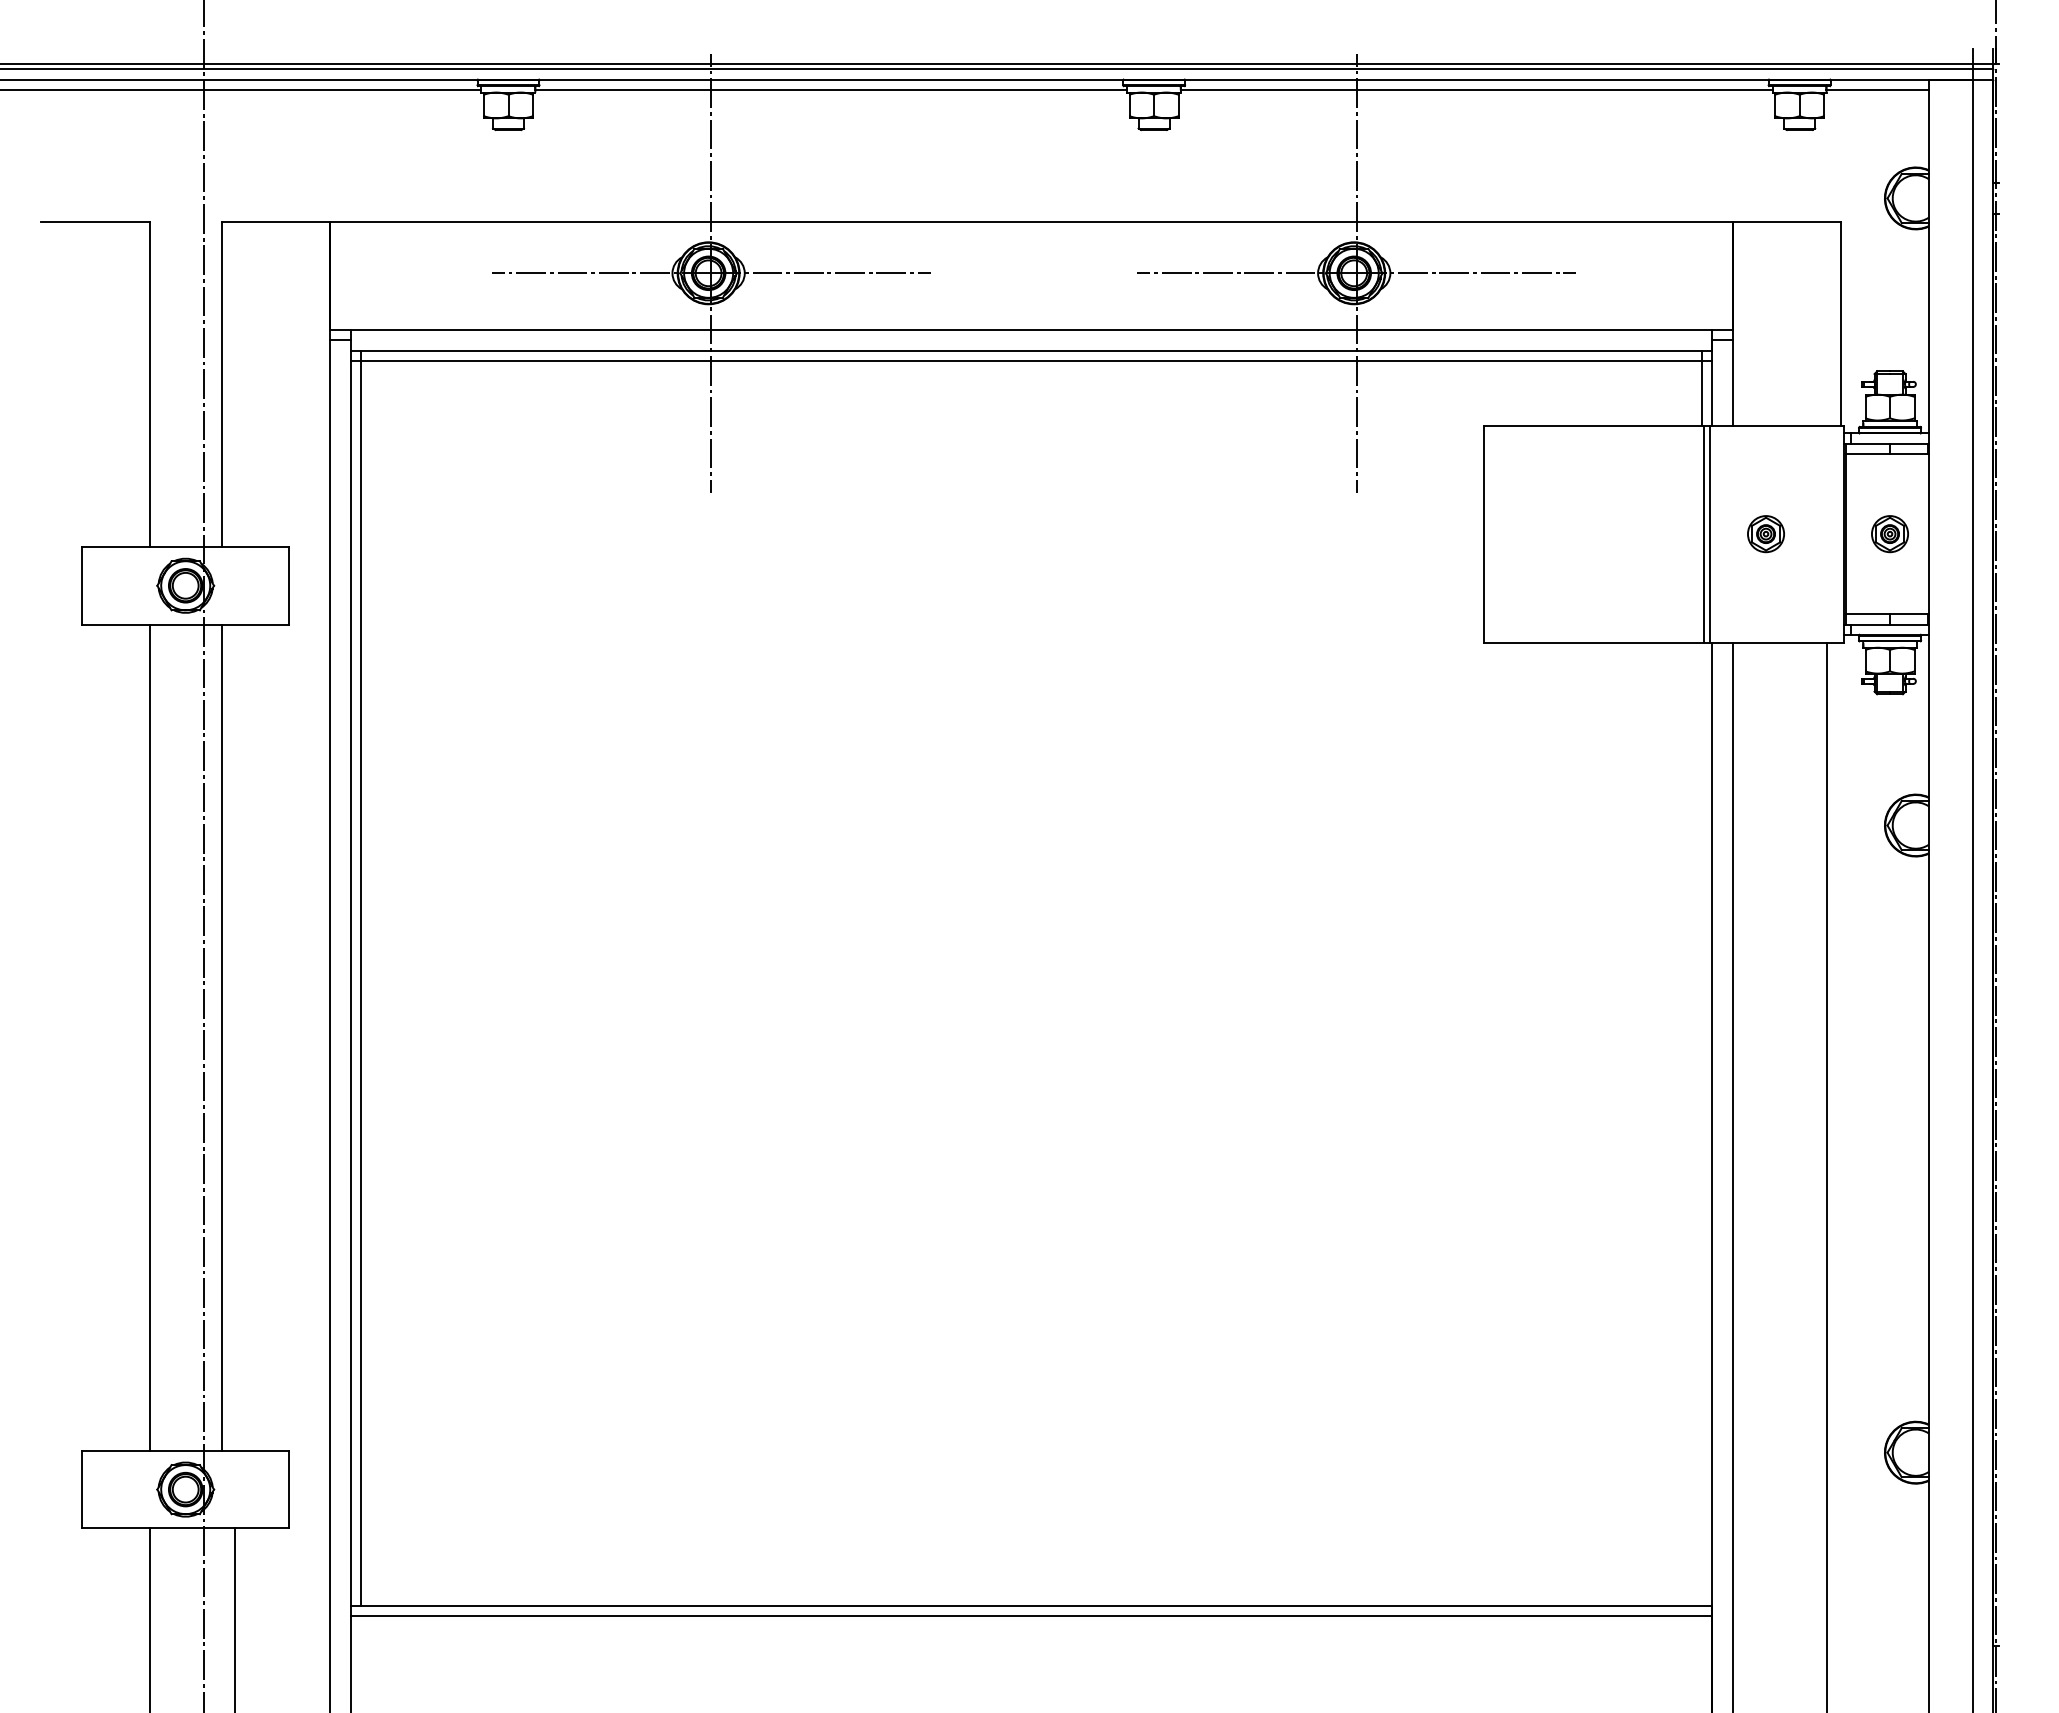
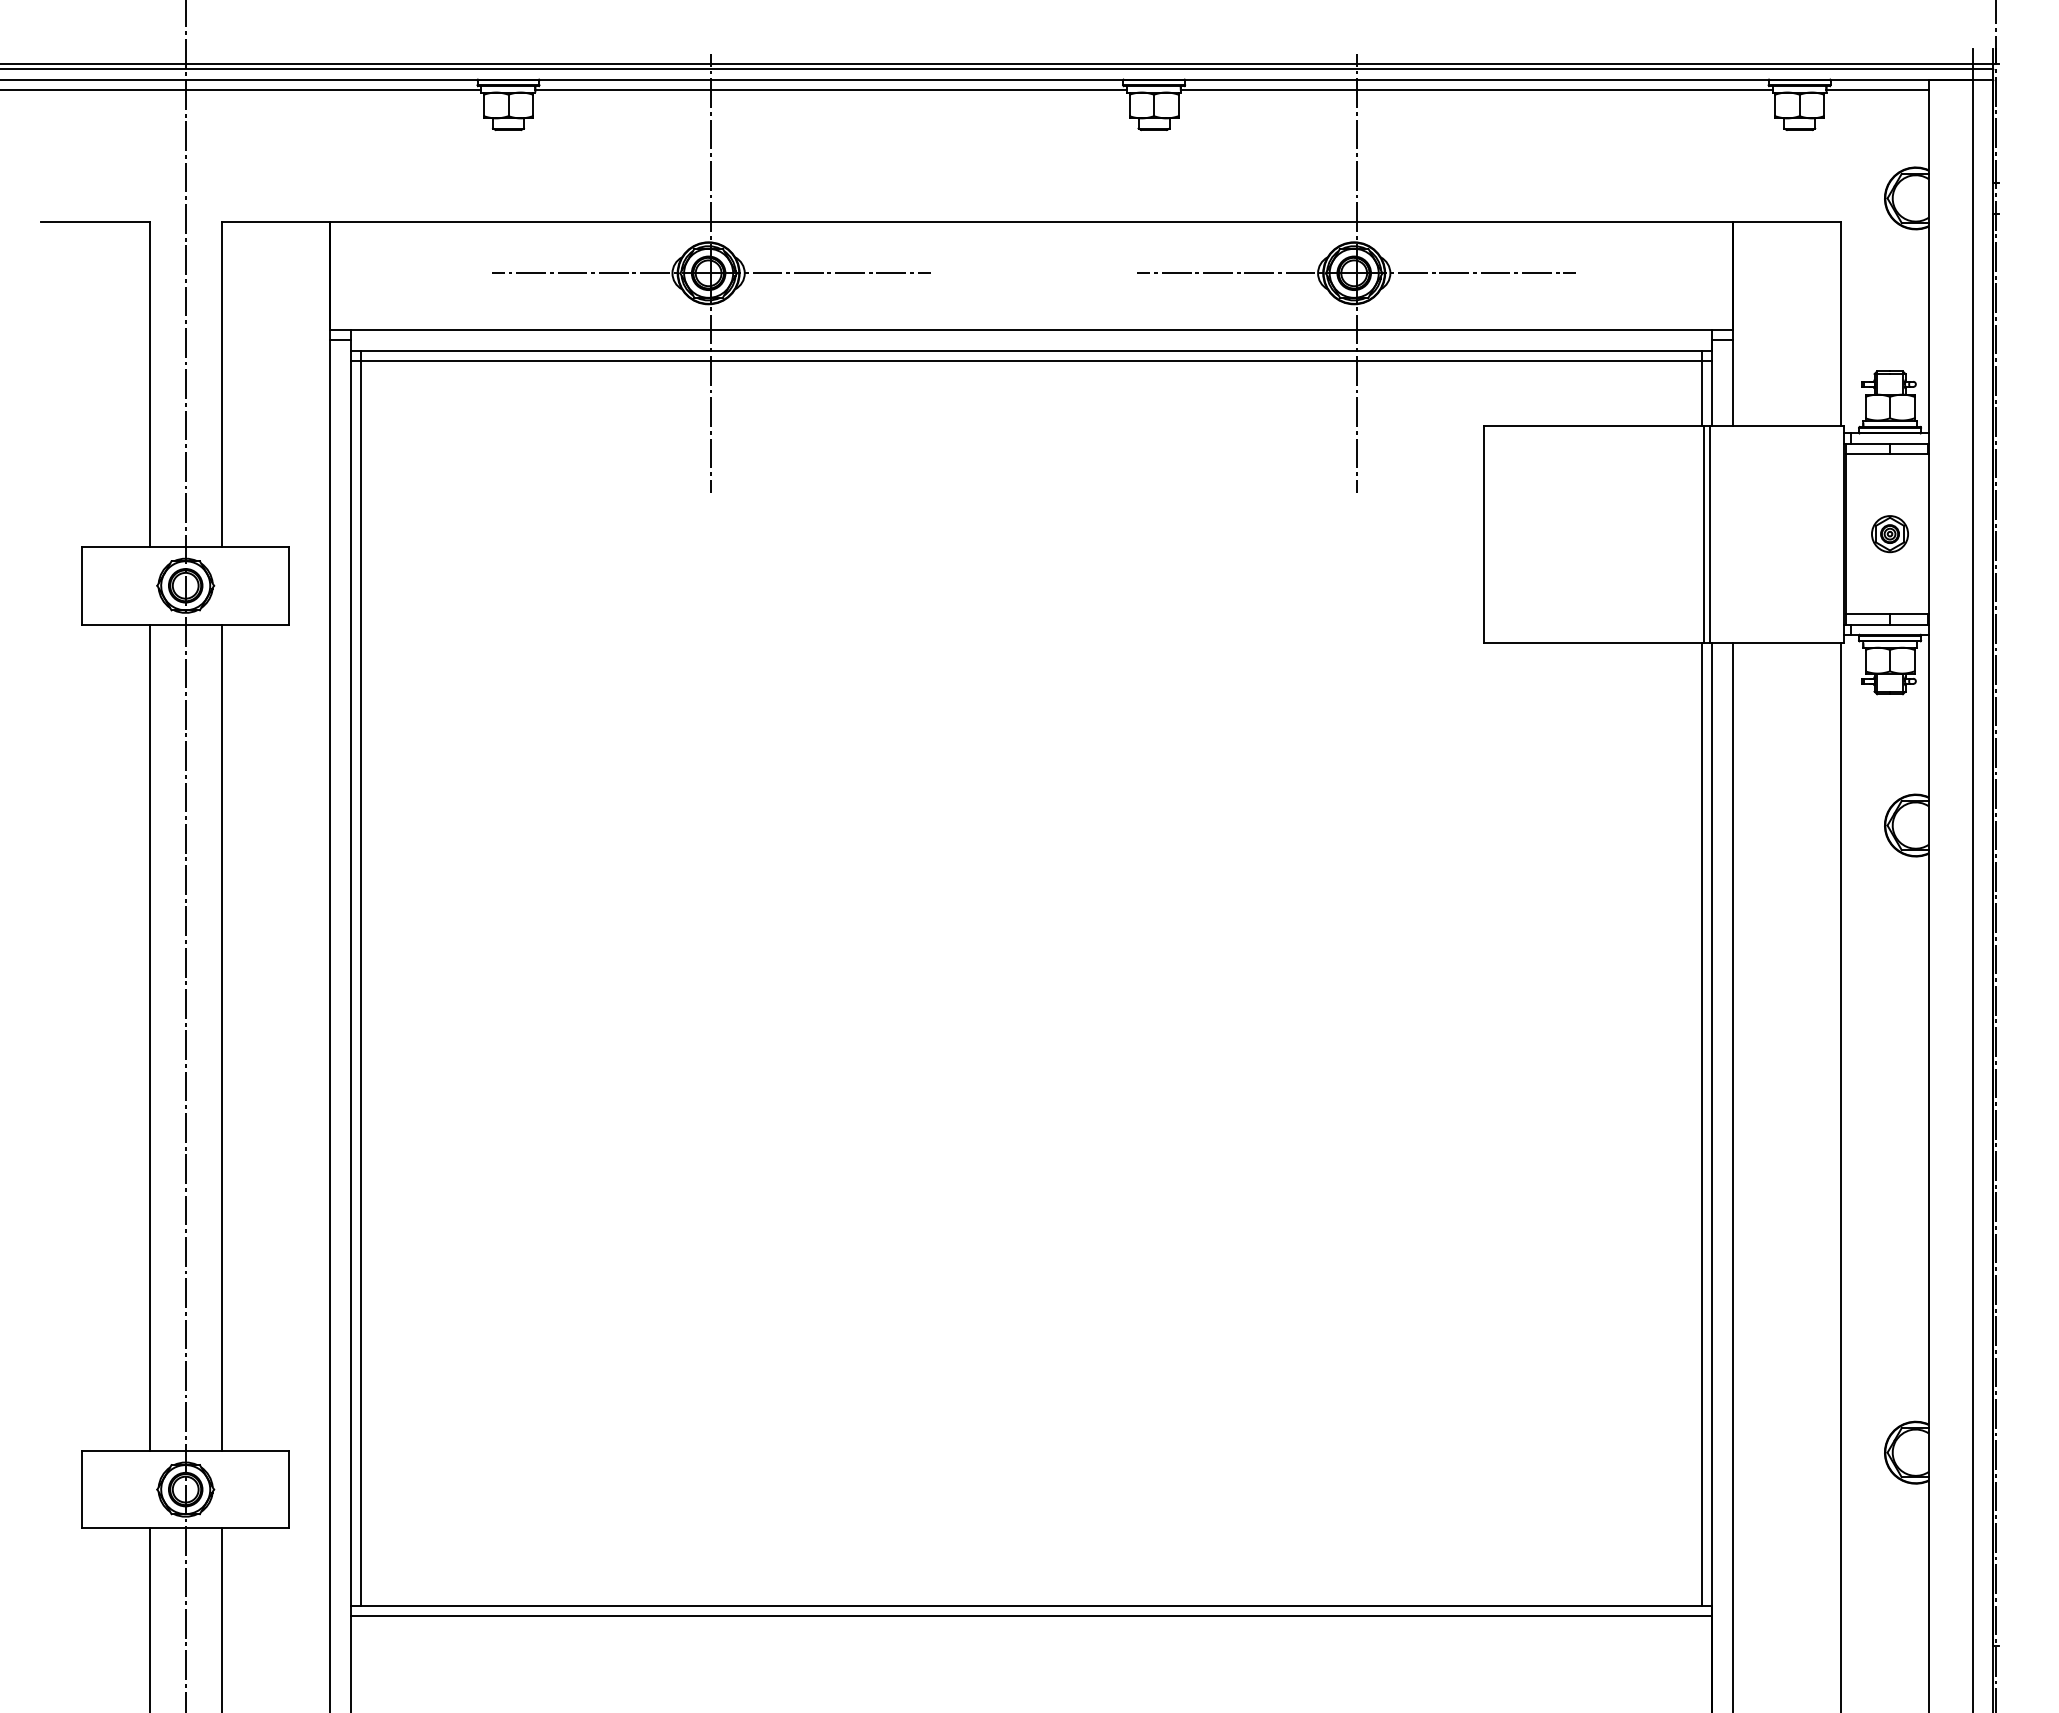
part at (1765, 534): present -> none
line at (203, 855) position: (203, 855) -> (185, 855)
line at (1701, 1123): none -> present
line at (1826, 1175) position: (1826, 1175) -> (1840, 1175)
line at (234, 1618) position: (234, 1618) -> (221, 1618)
